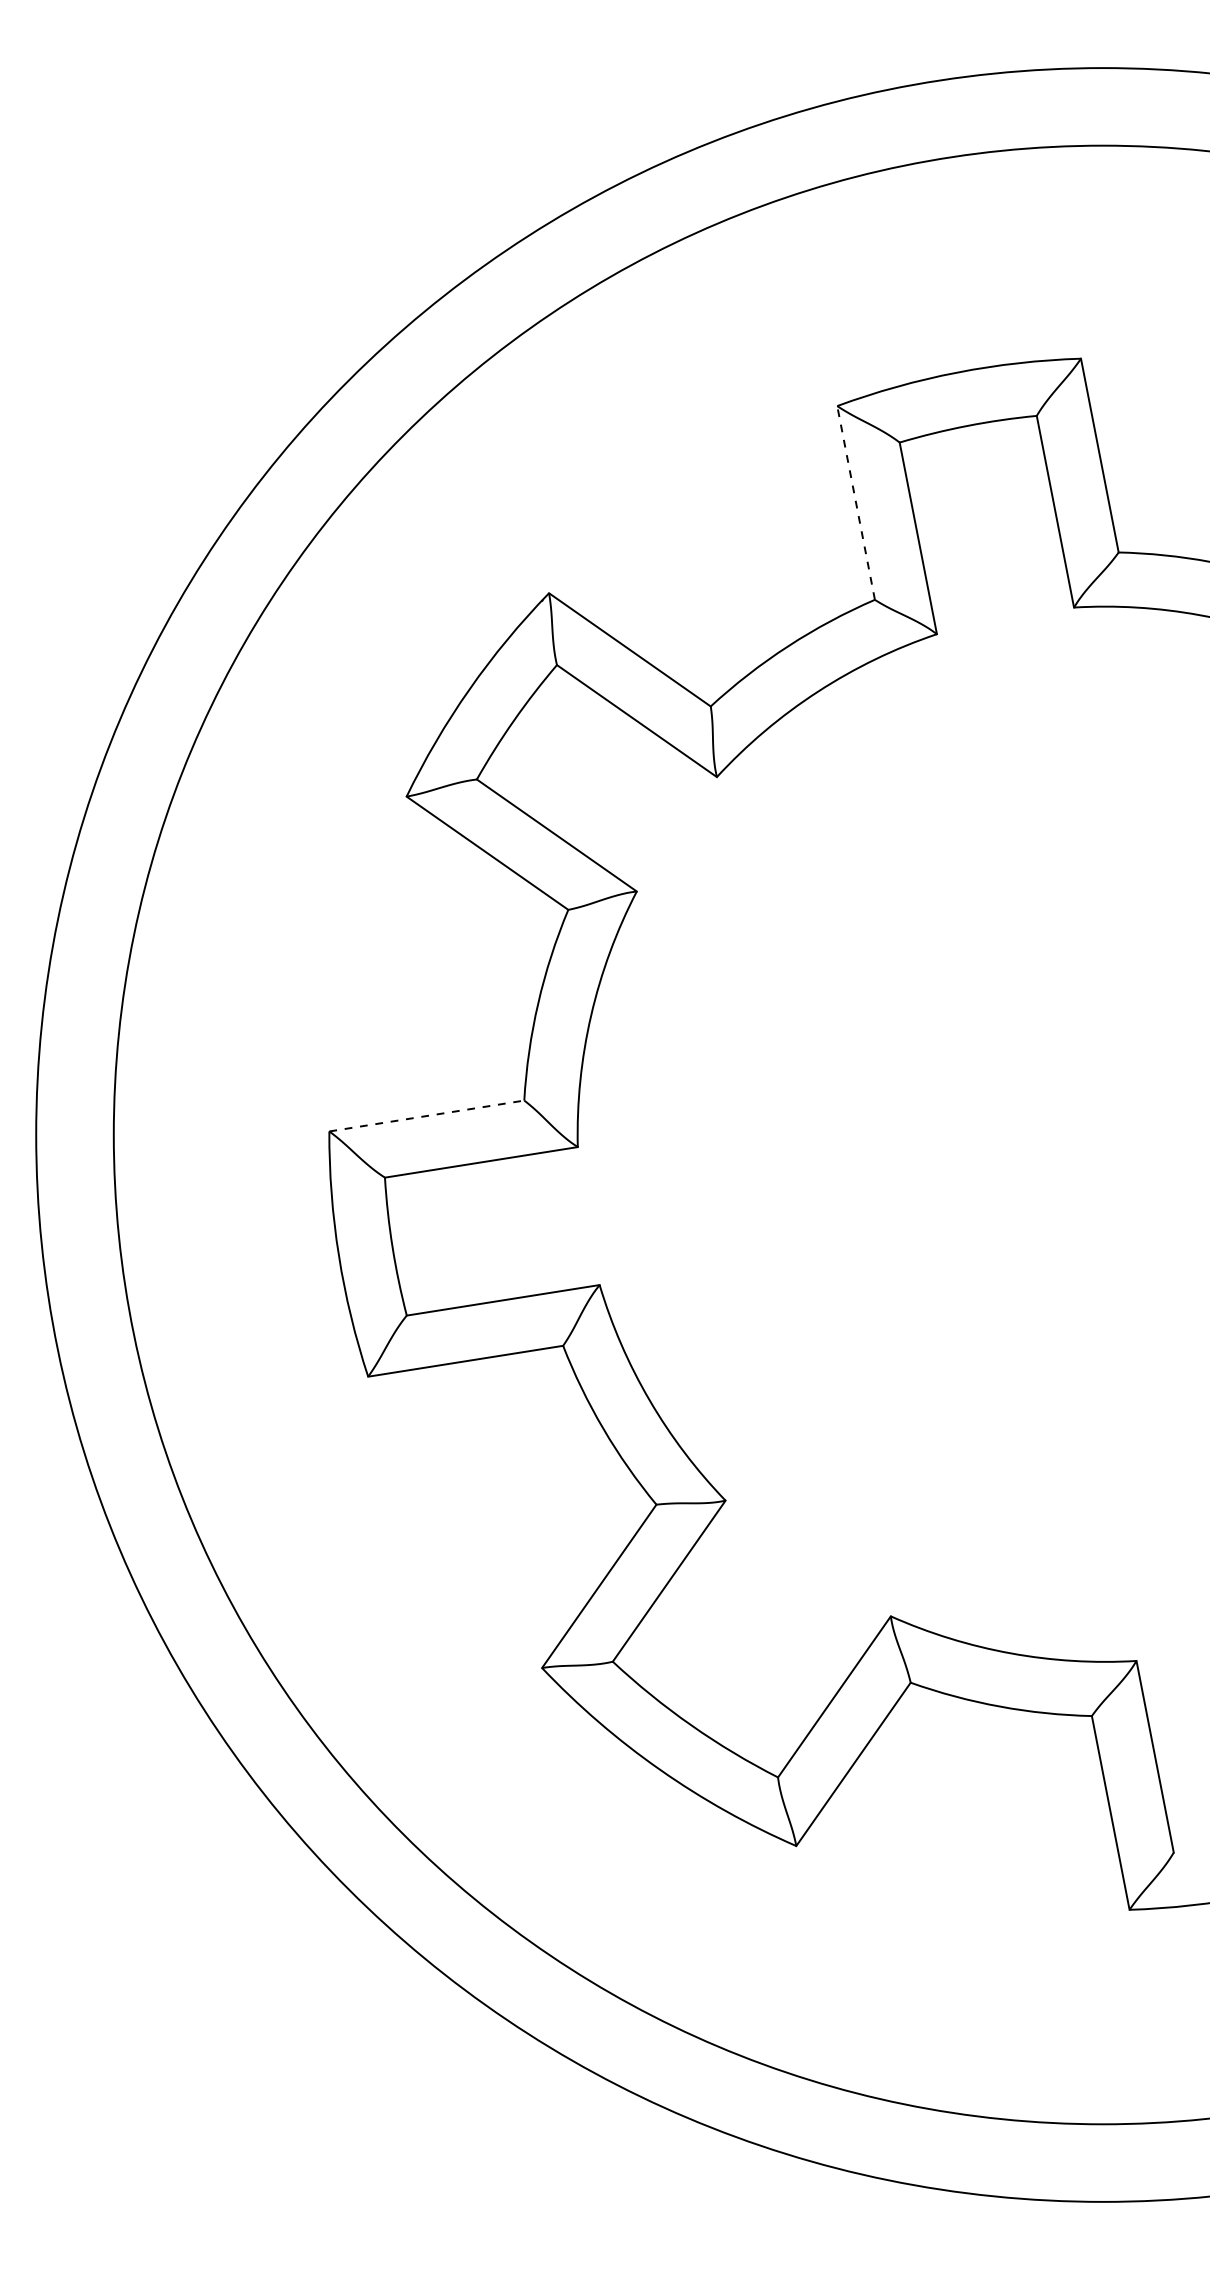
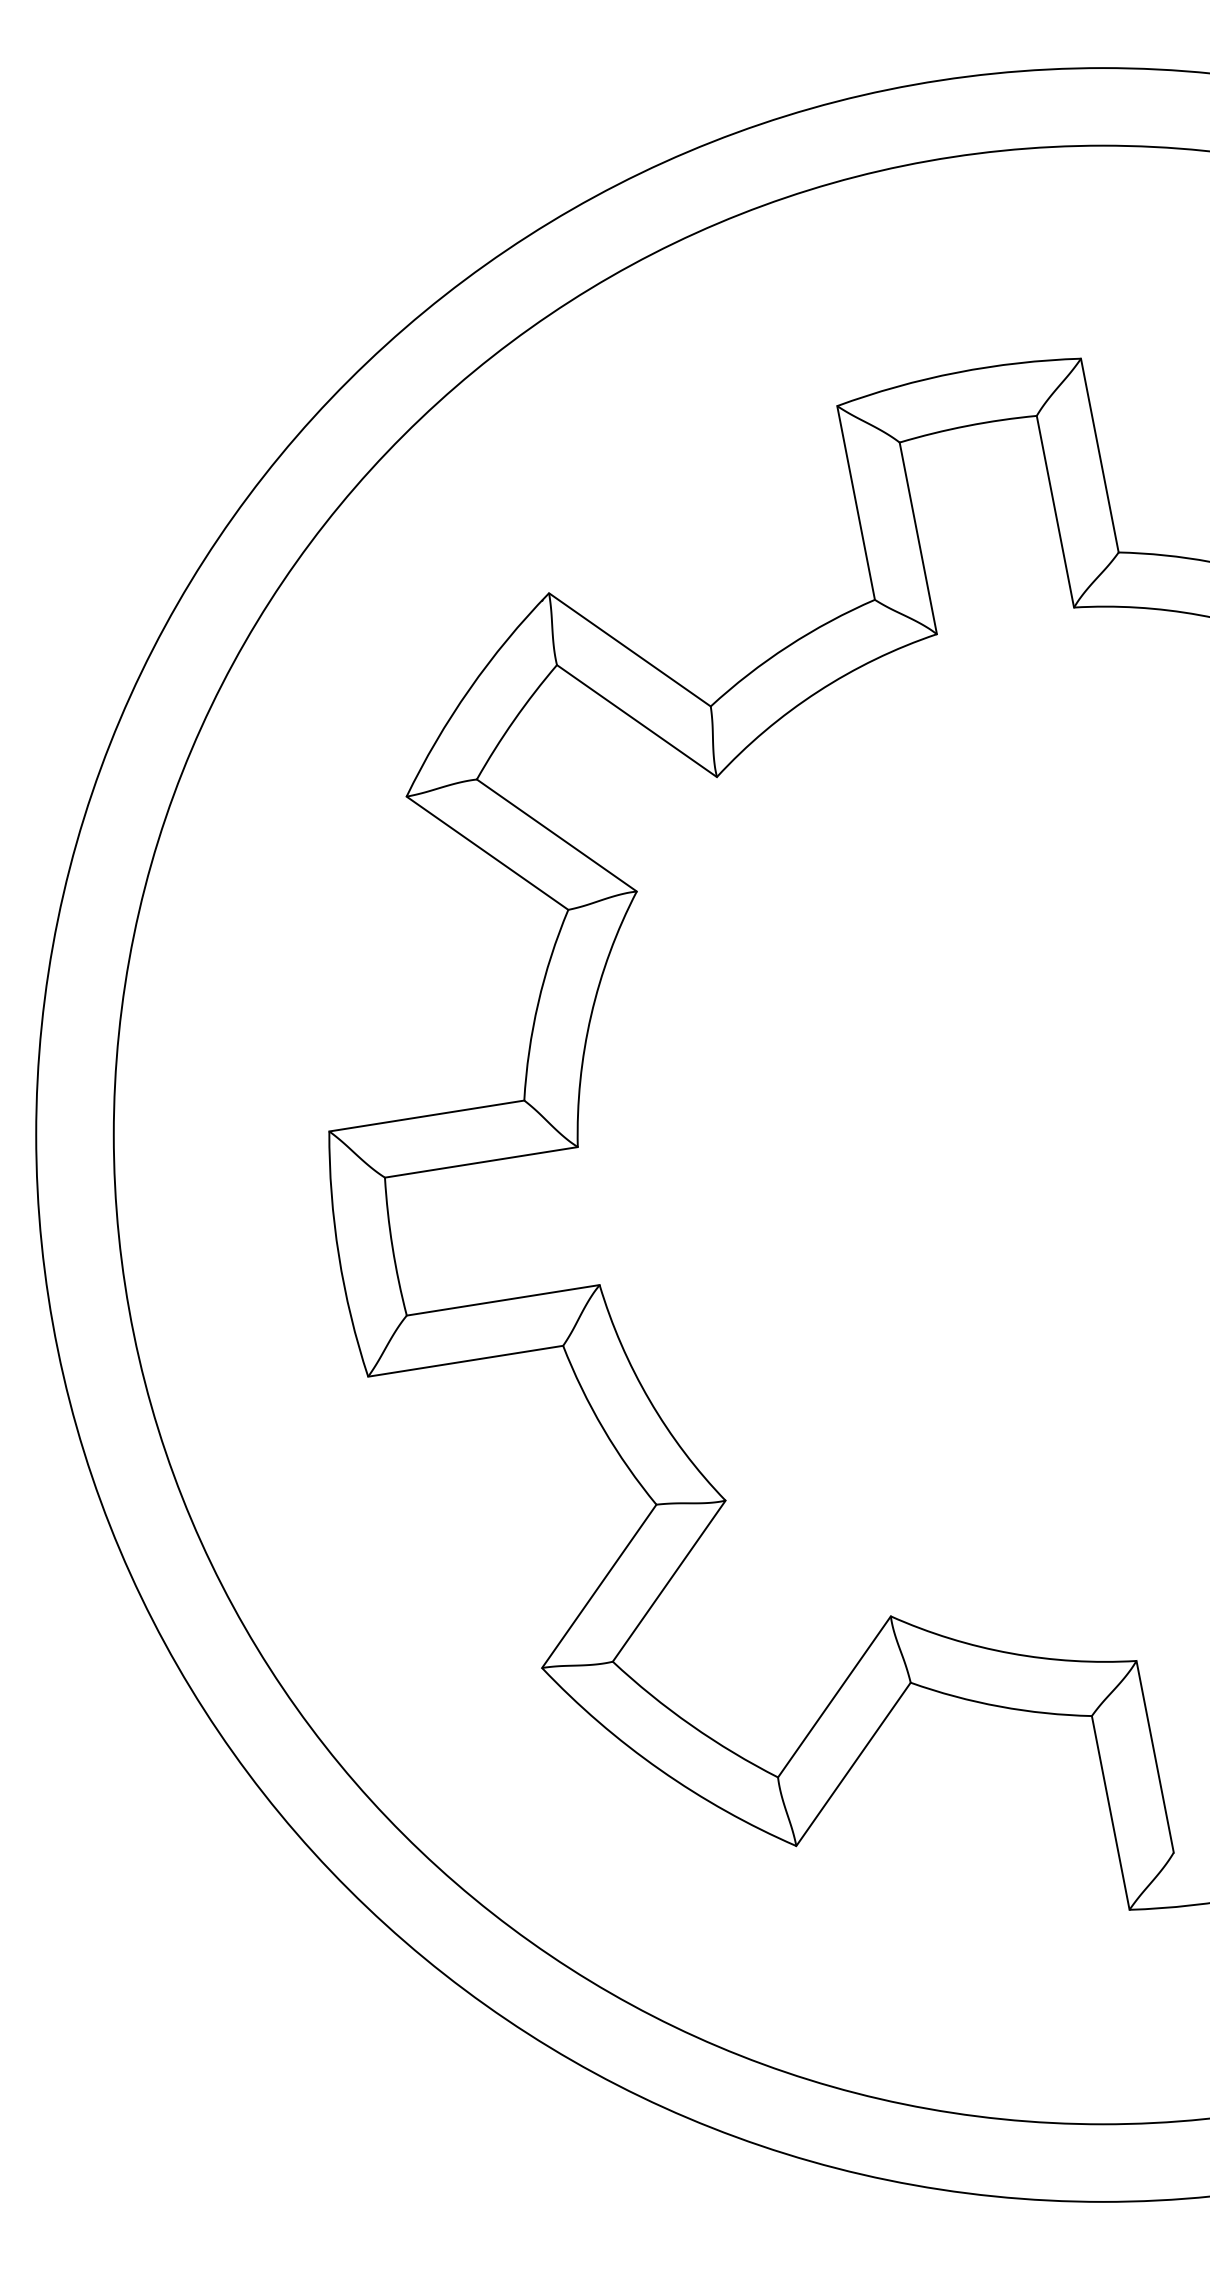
line at (856, 502): dashed -> solid
line at (426, 1116): dashed -> solid
